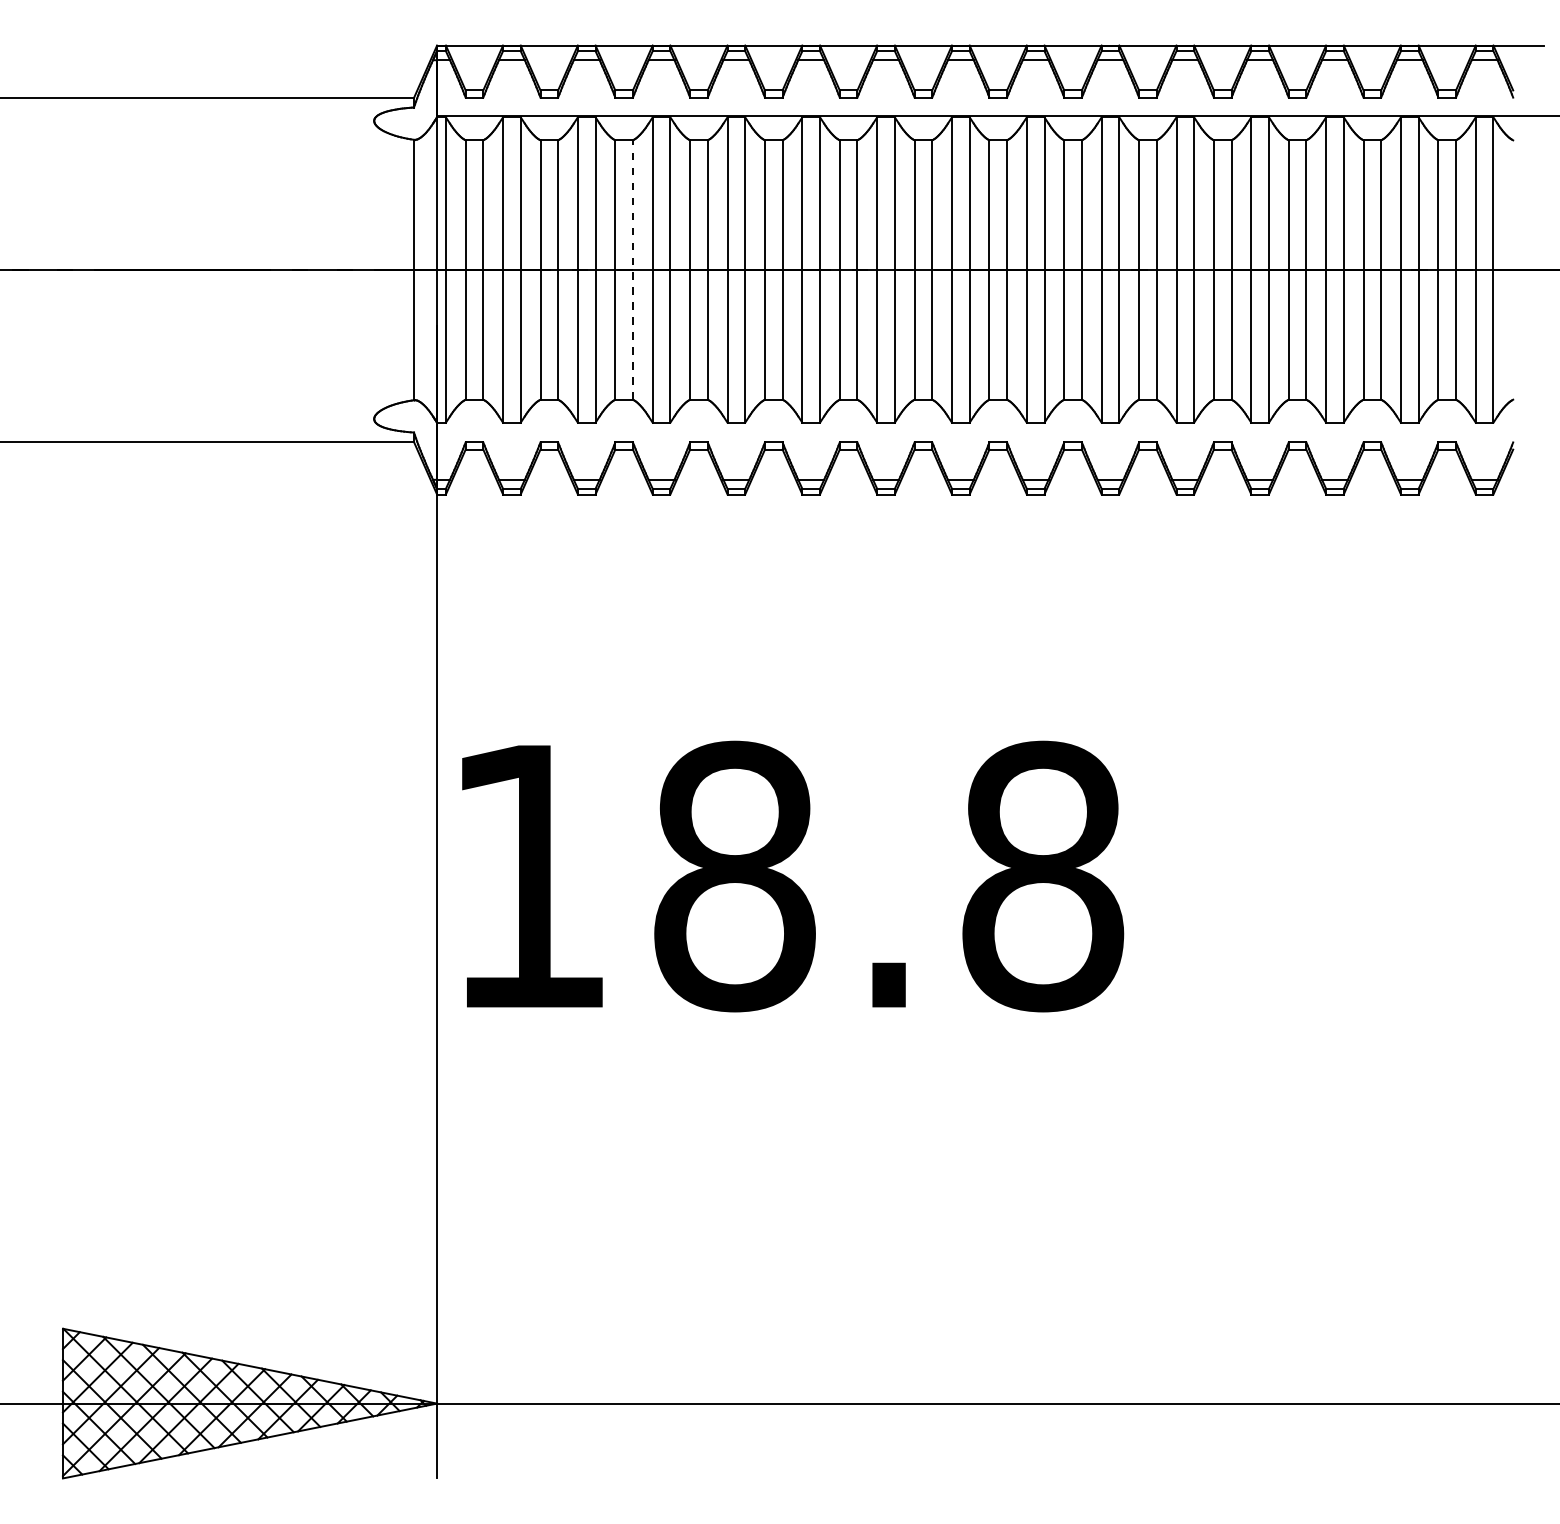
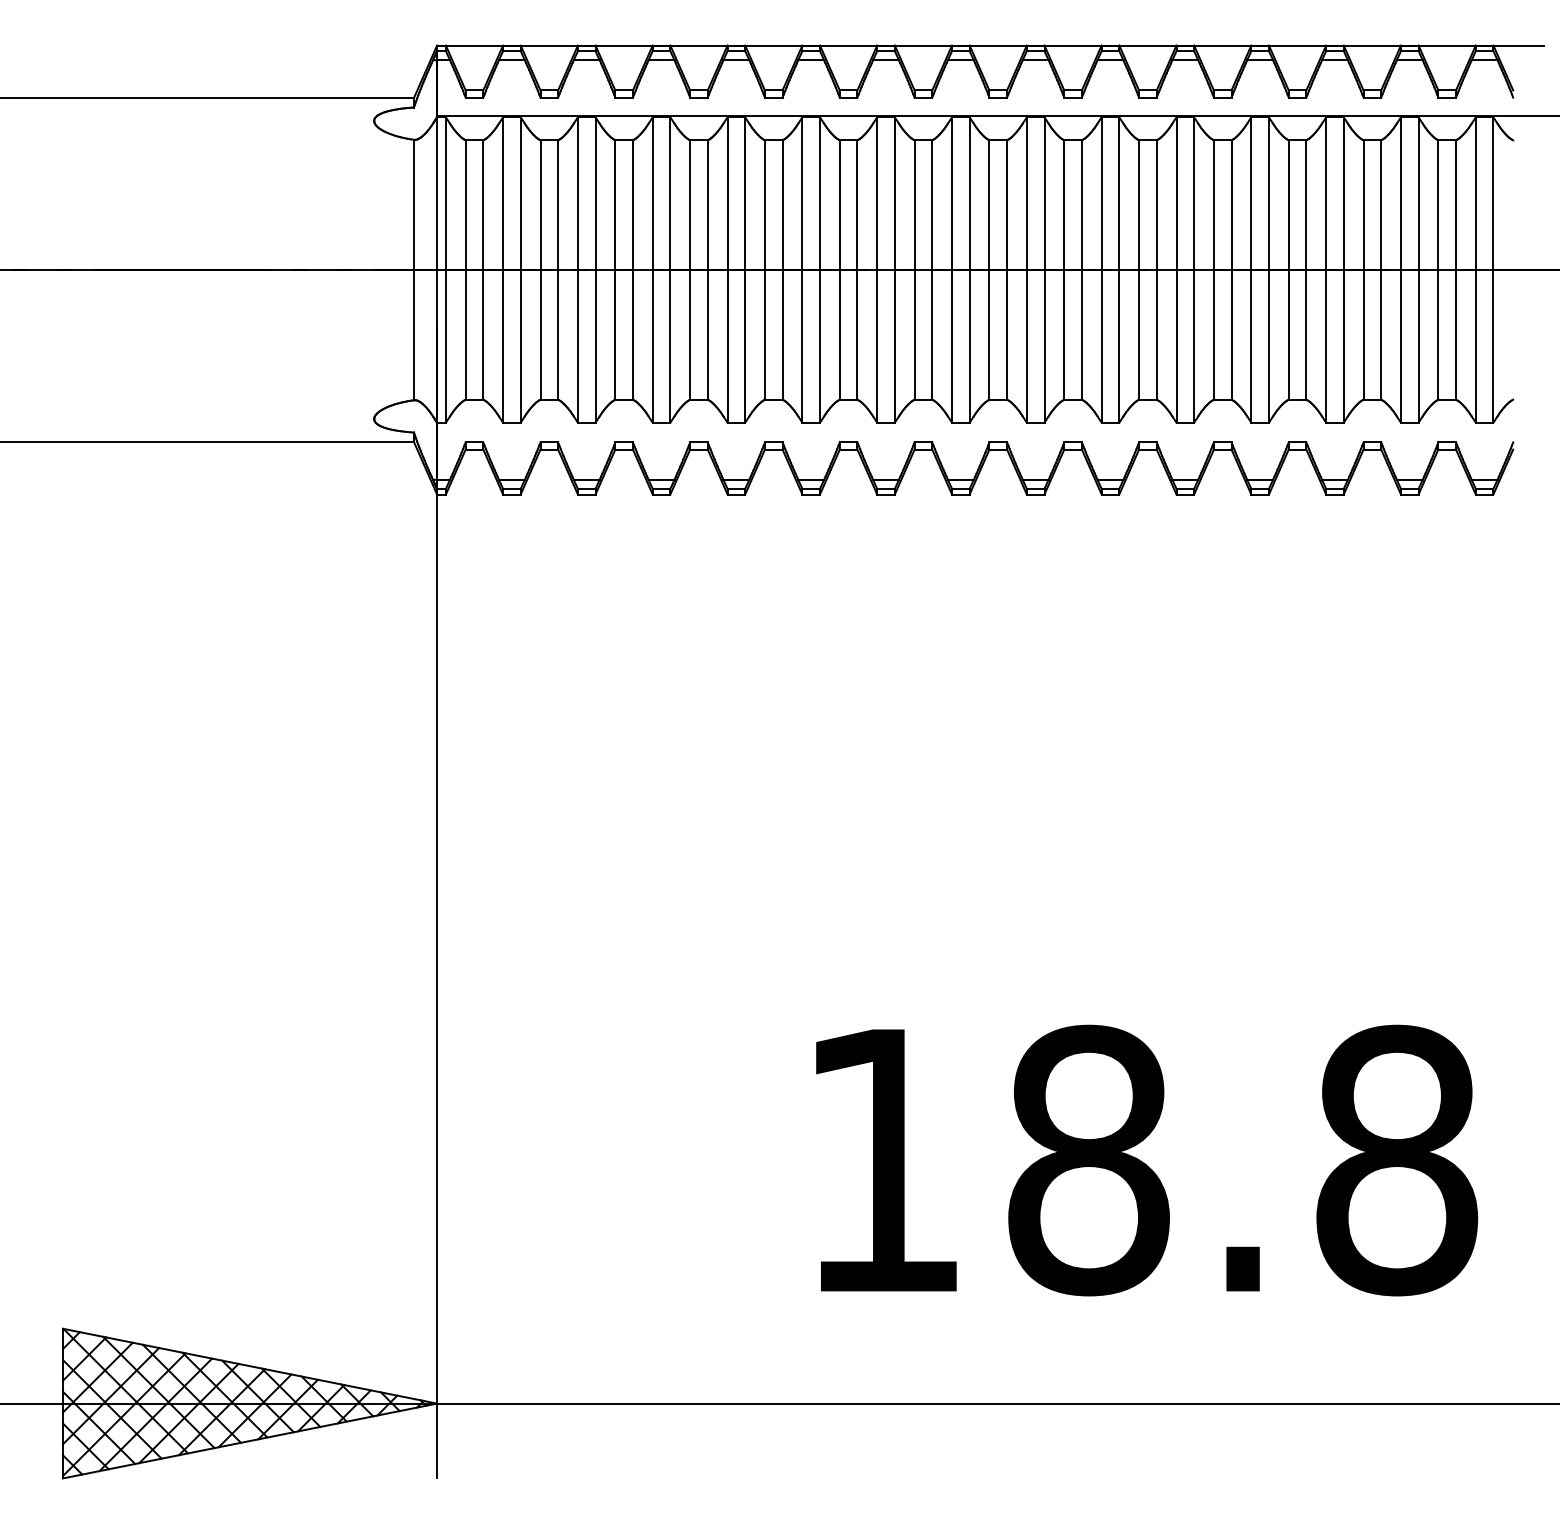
line at (632, 270): dashed -> solid
text at (793, 876) position: (793, 876) -> (1147, 1160)
